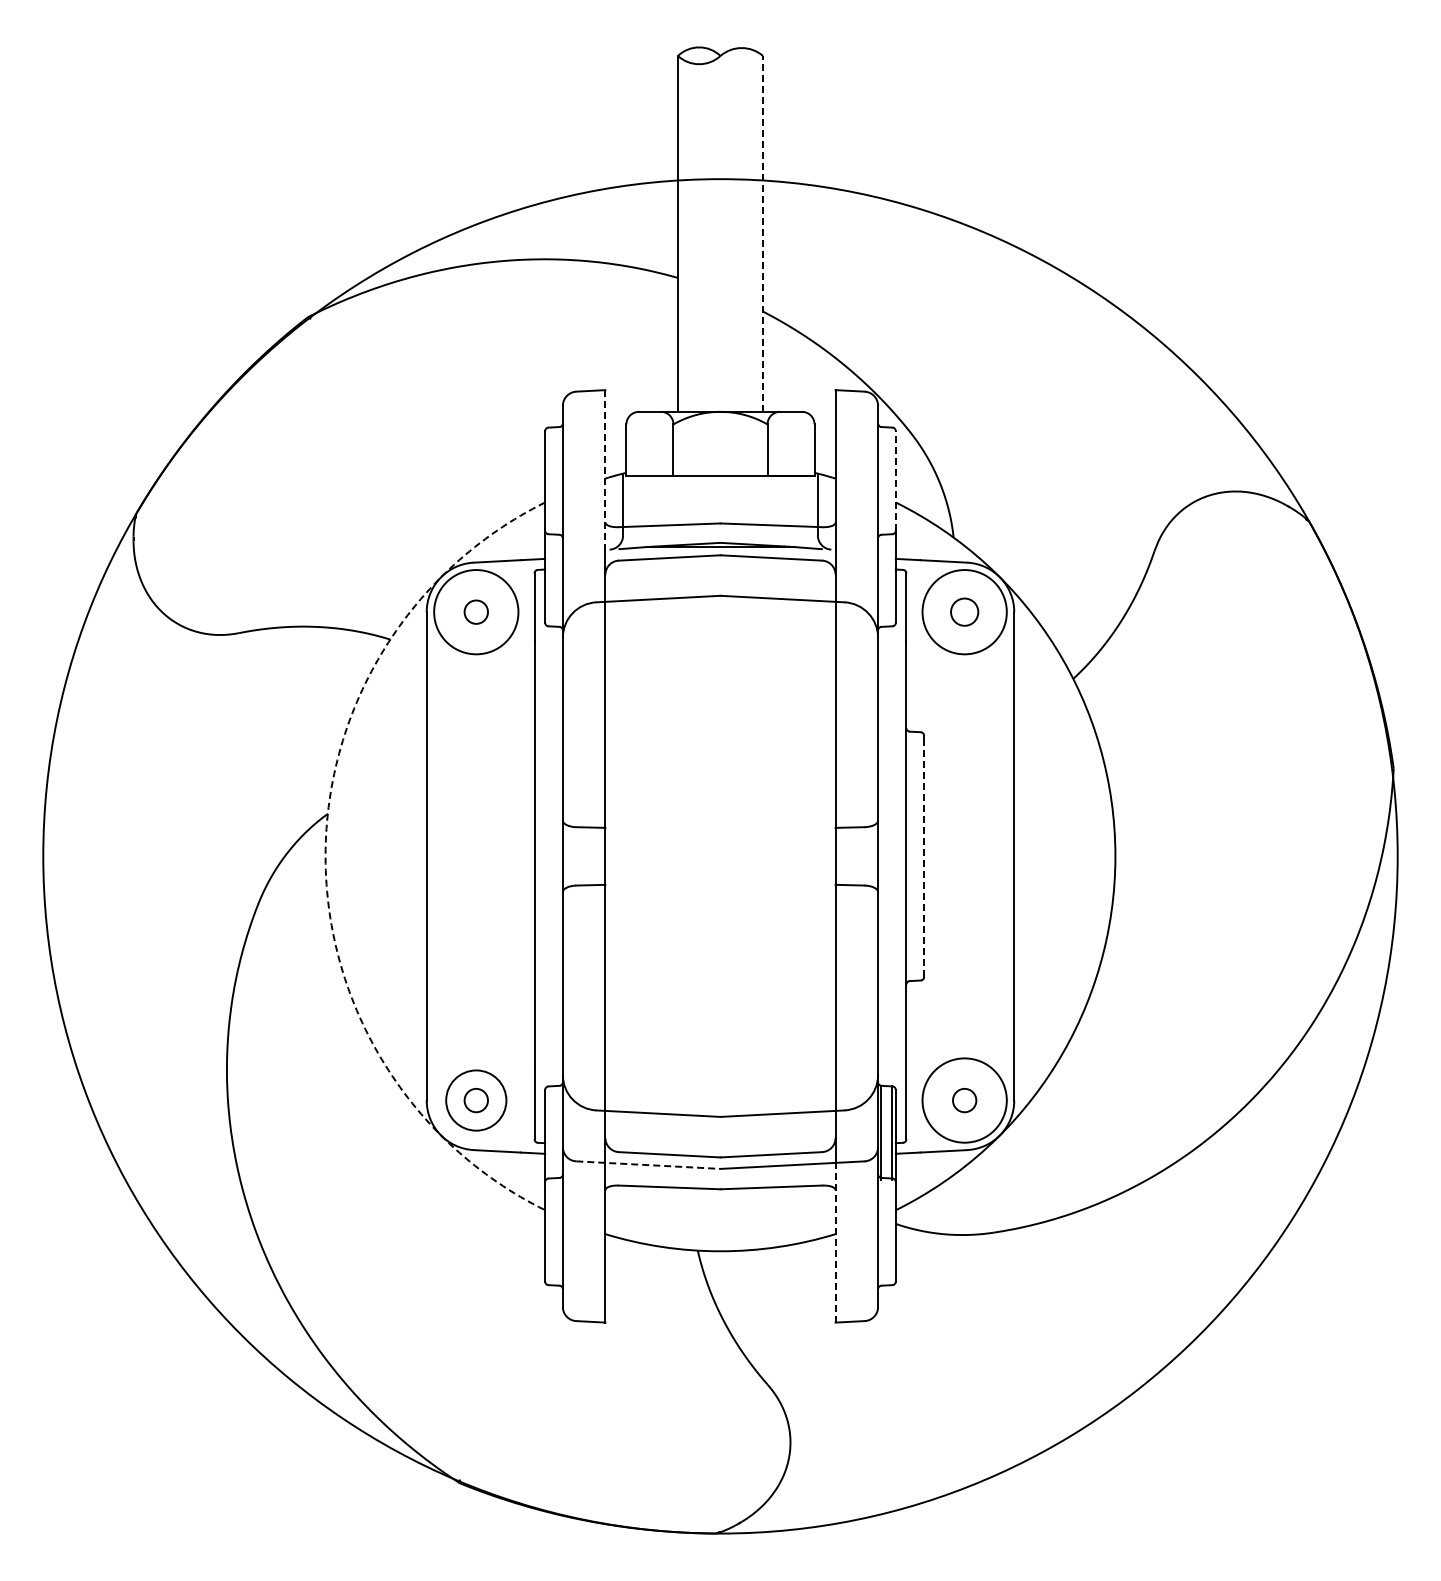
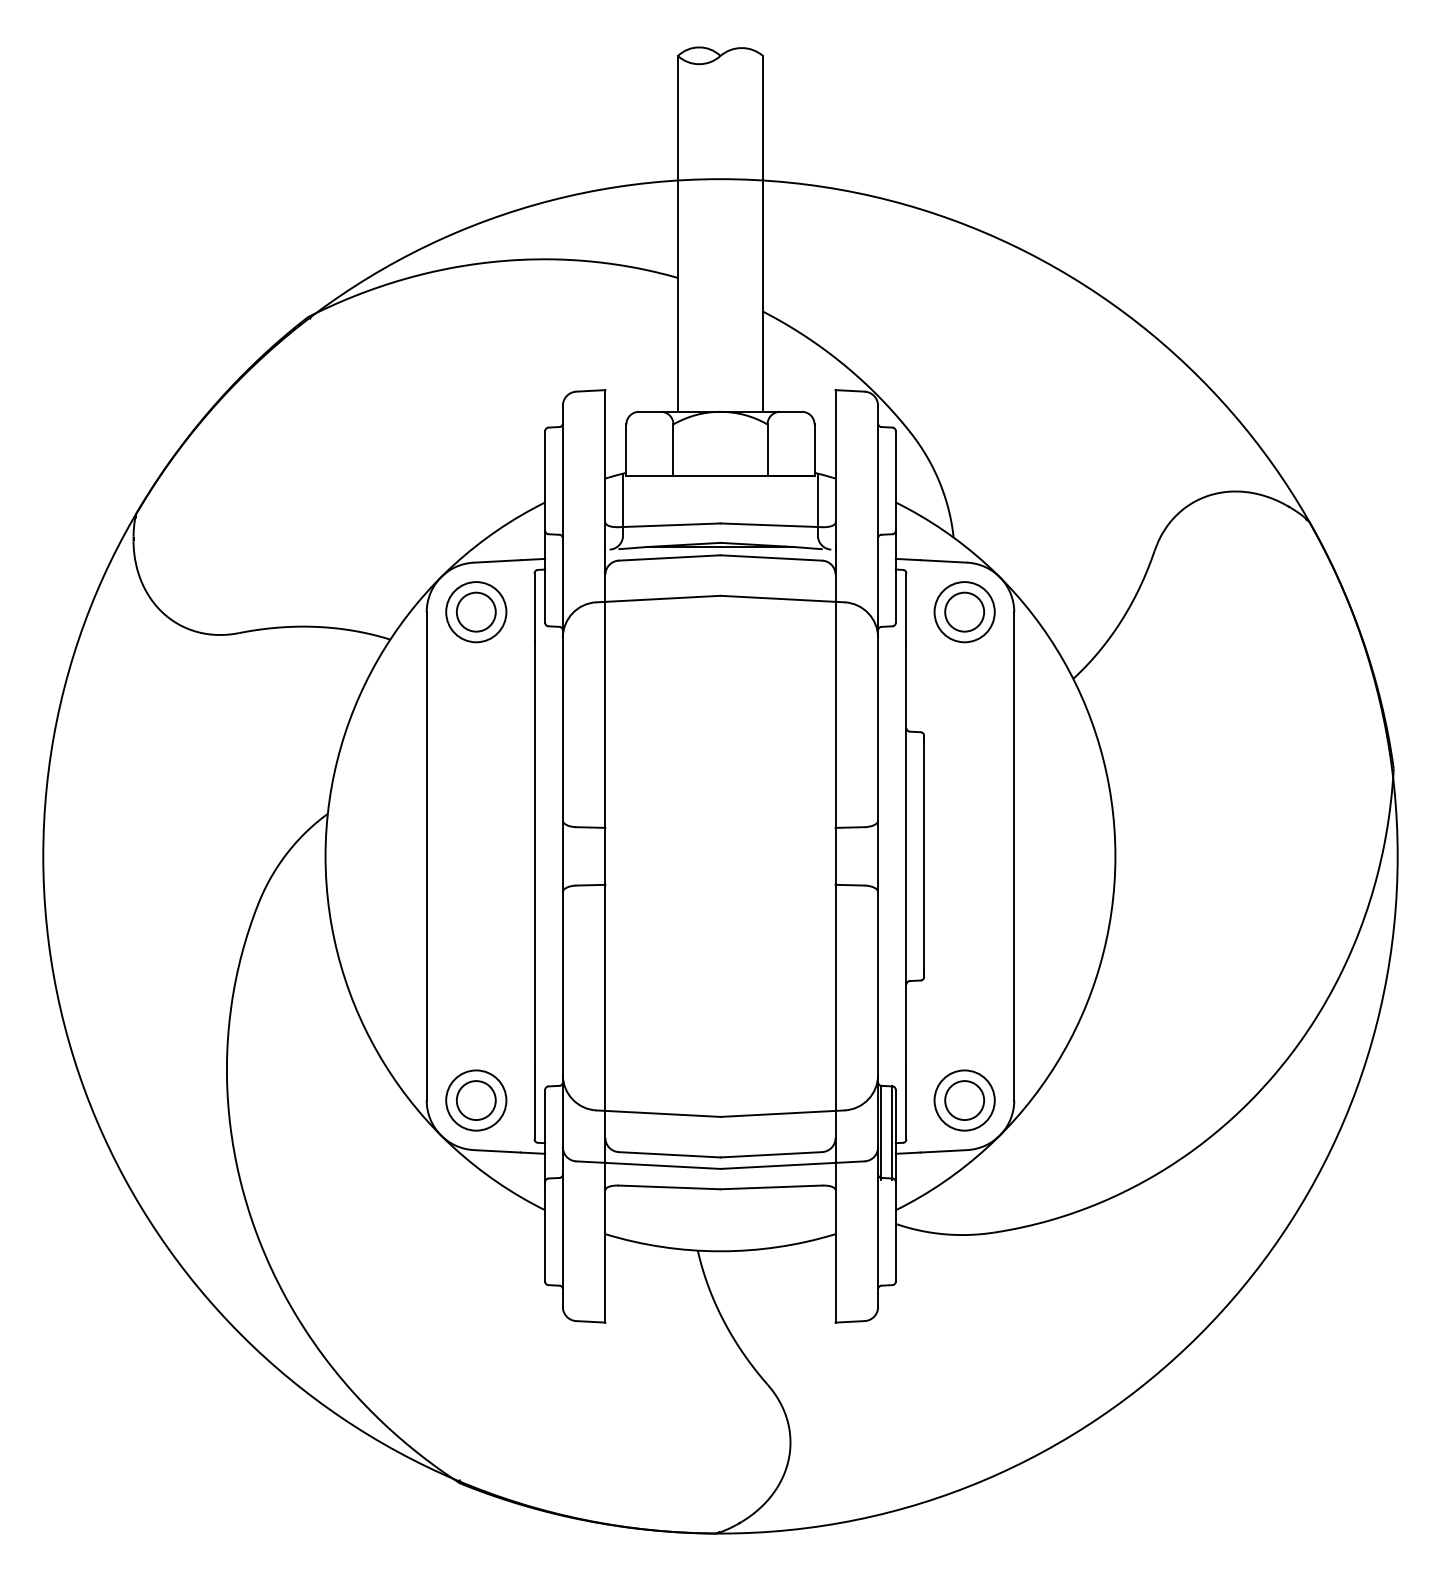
line at (763, 233): dashed -> solid
line at (605, 470): dashed -> solid
line at (895, 480): dashed -> solid
circle at (476, 611) diameter: 23 px -> 39 px
circle at (964, 611) diameter: 27 px -> 39 px
circle at (476, 612) diameter: 84 px -> 60 px
circle at (964, 612) diameter: 84 px -> 60 px
arc at (325, 856): dashed -> solid
line at (924, 856): dashed -> solid
circle at (476, 1100) diameter: 23 px -> 39 px
circle at (964, 1100) diameter: 23 px -> 39 px
circle at (964, 1100) diameter: 84 px -> 60 px
line at (648, 1165): dashed -> solid
line at (835, 1241): dashed -> solid
